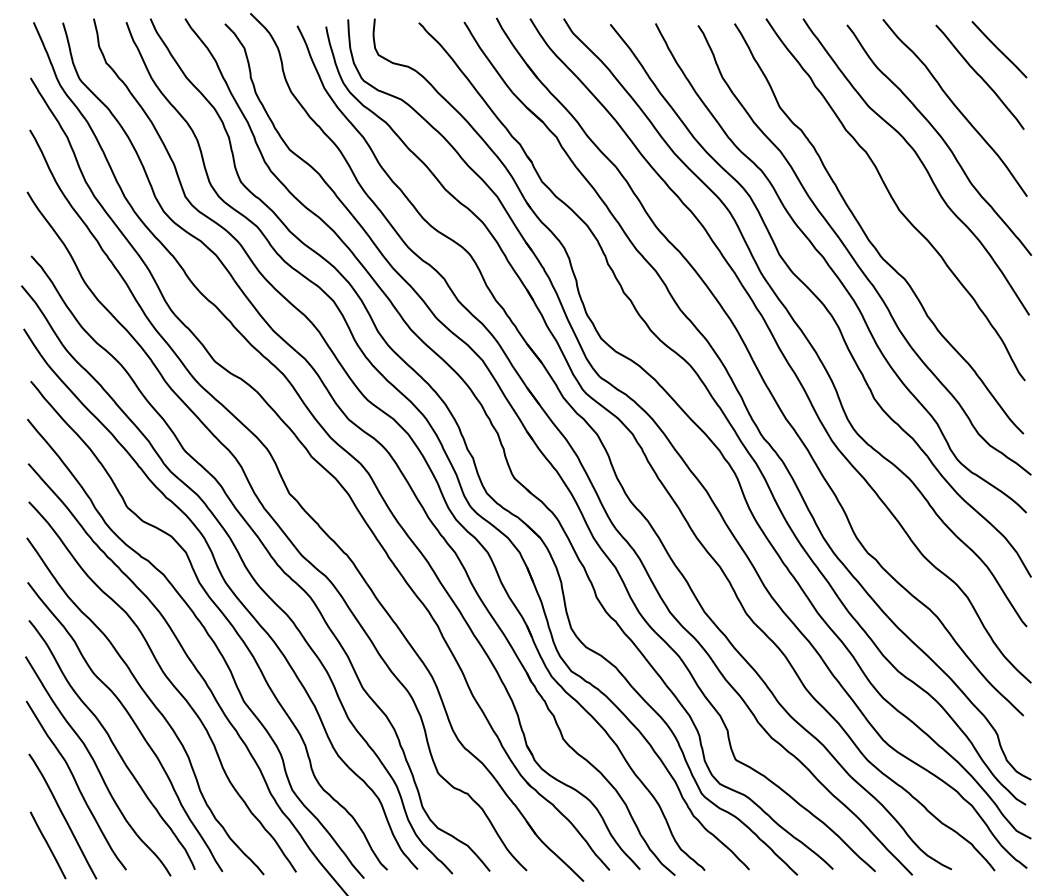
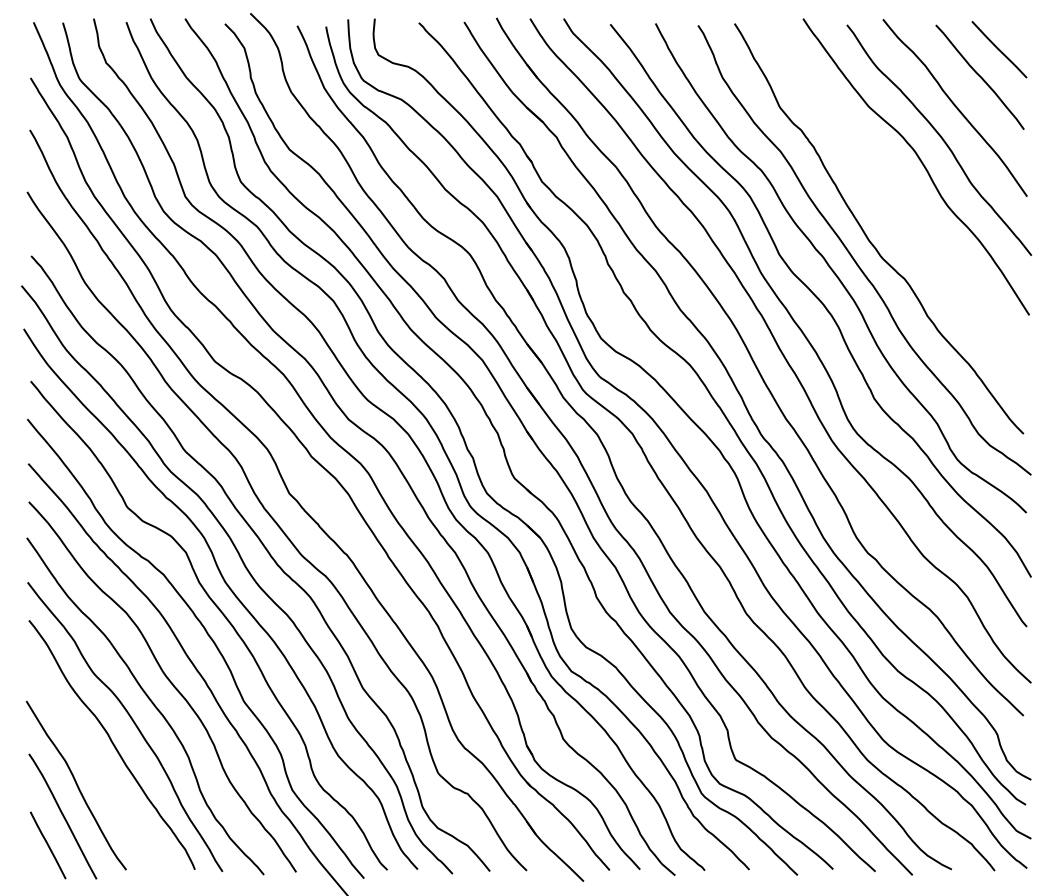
curve at (894, 199): present -> none
curve at (97, 766): present -> none
